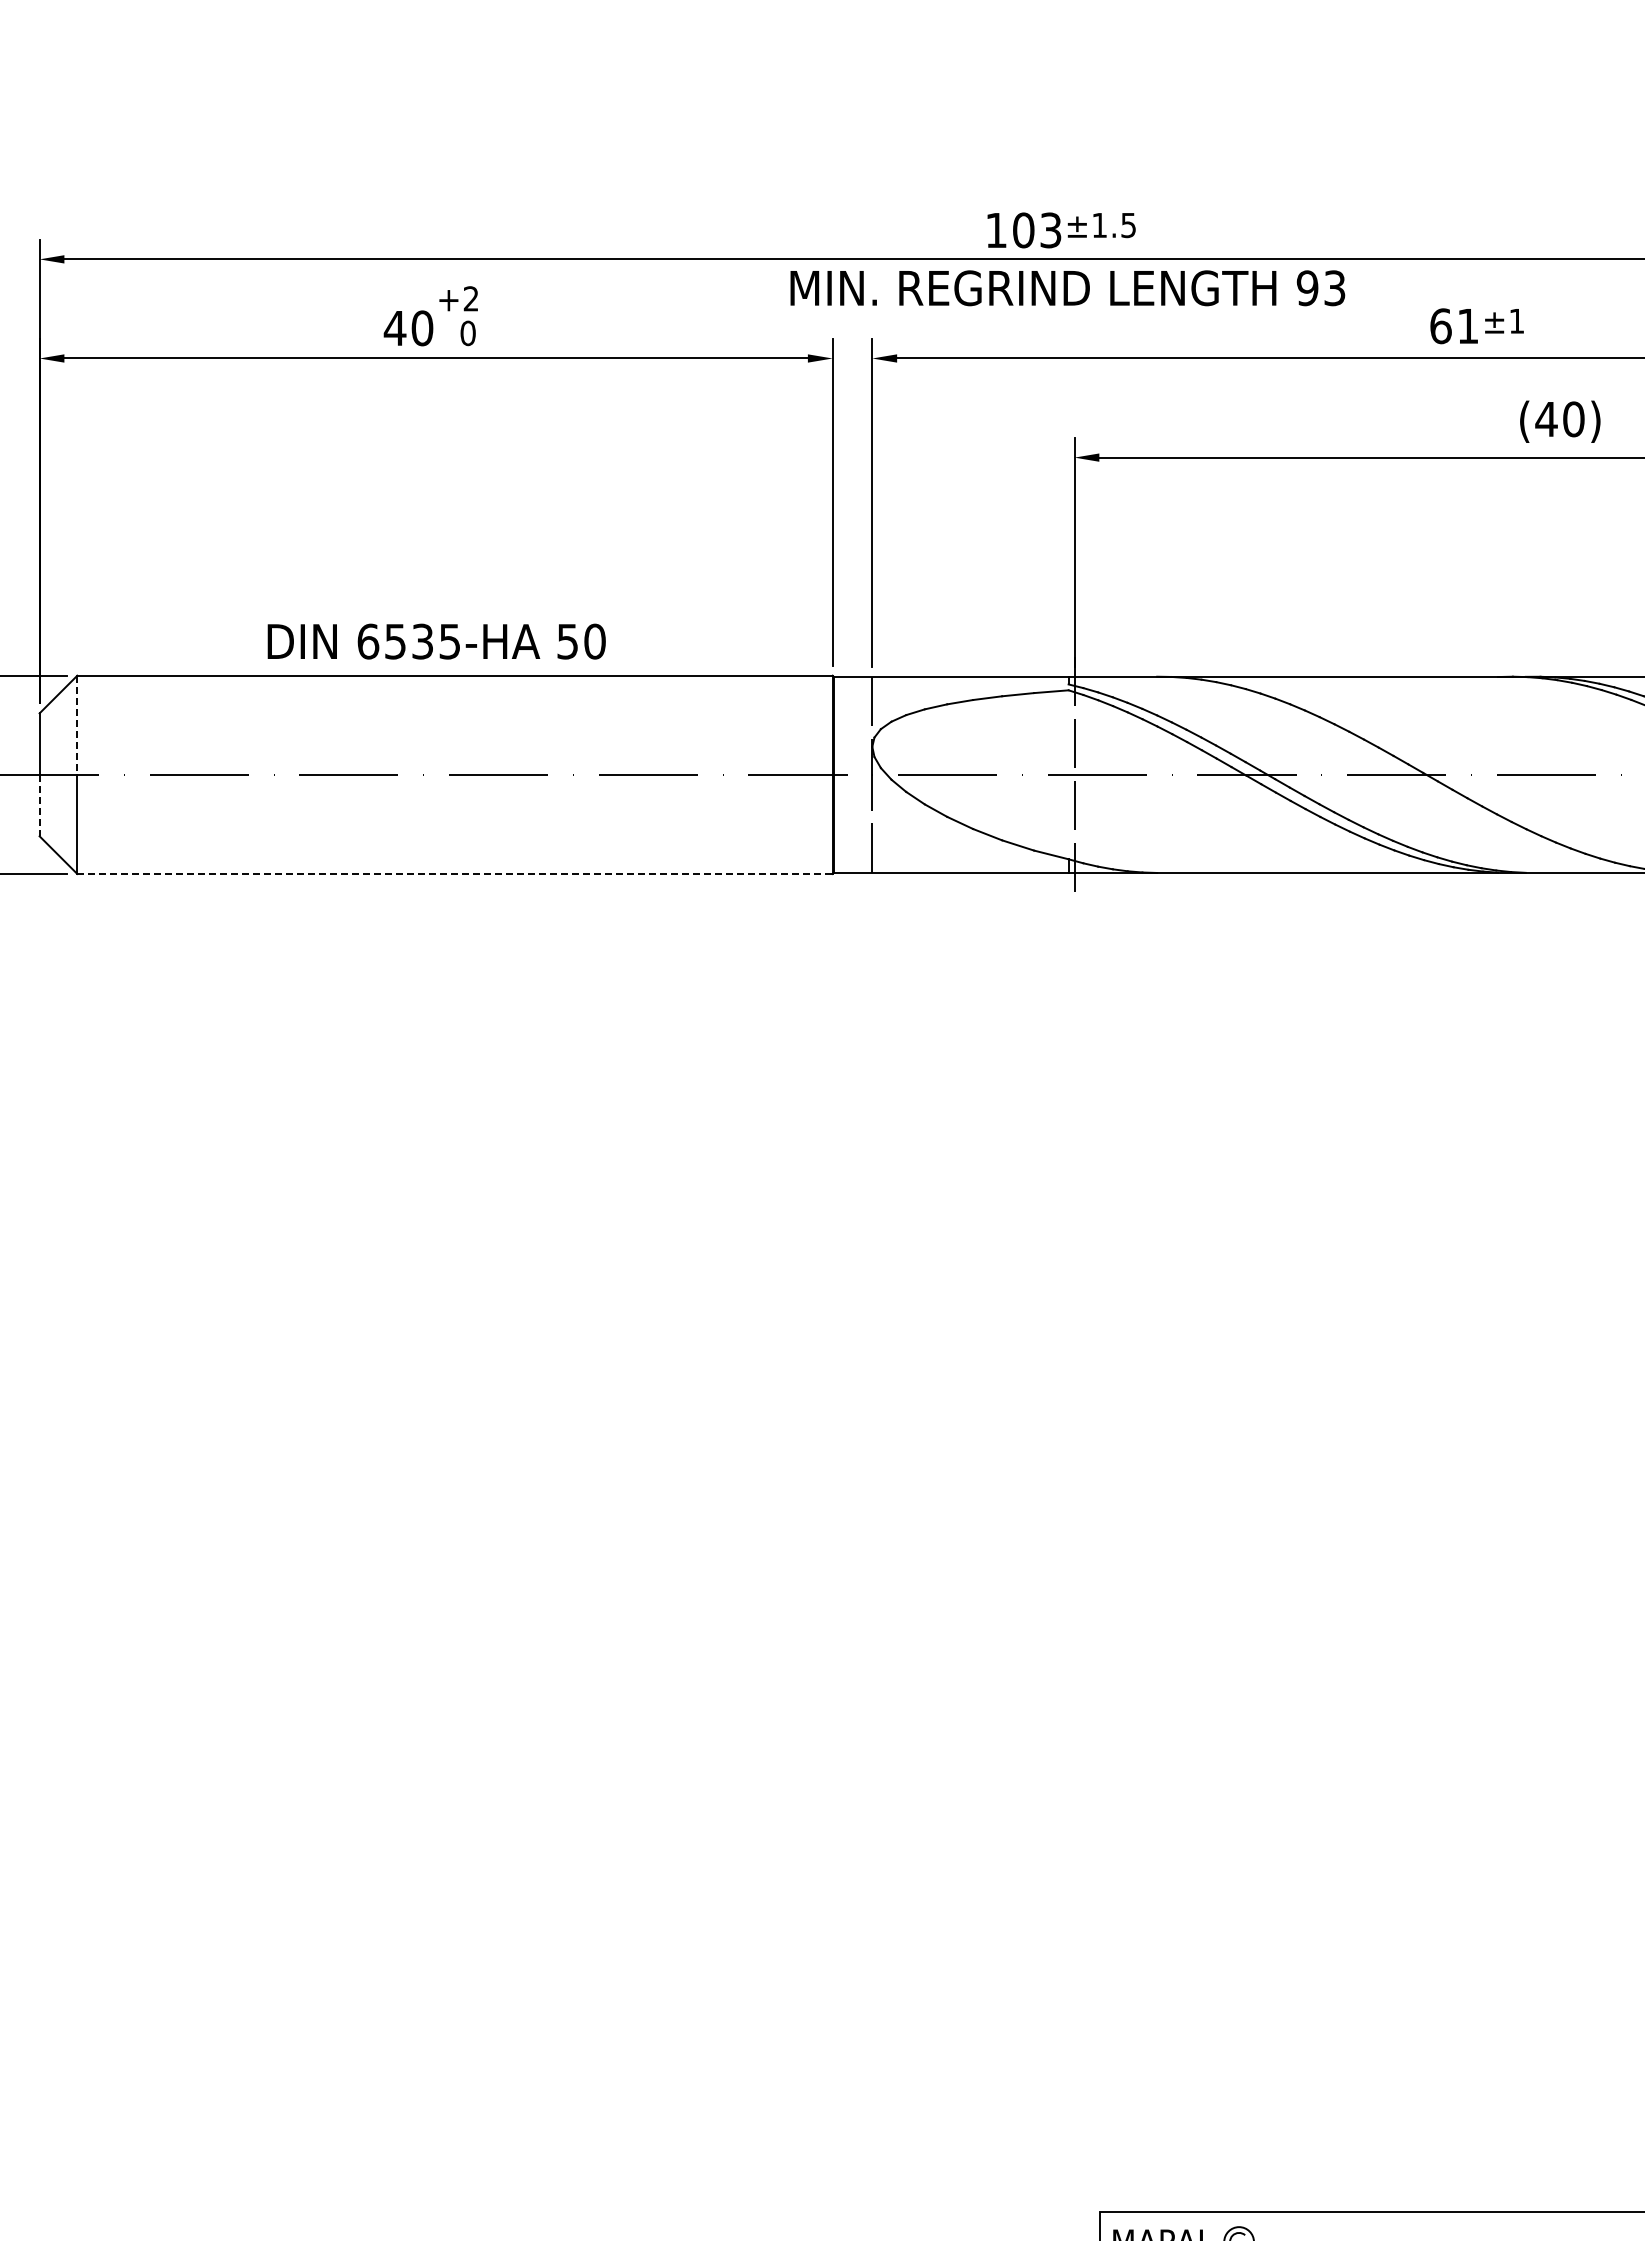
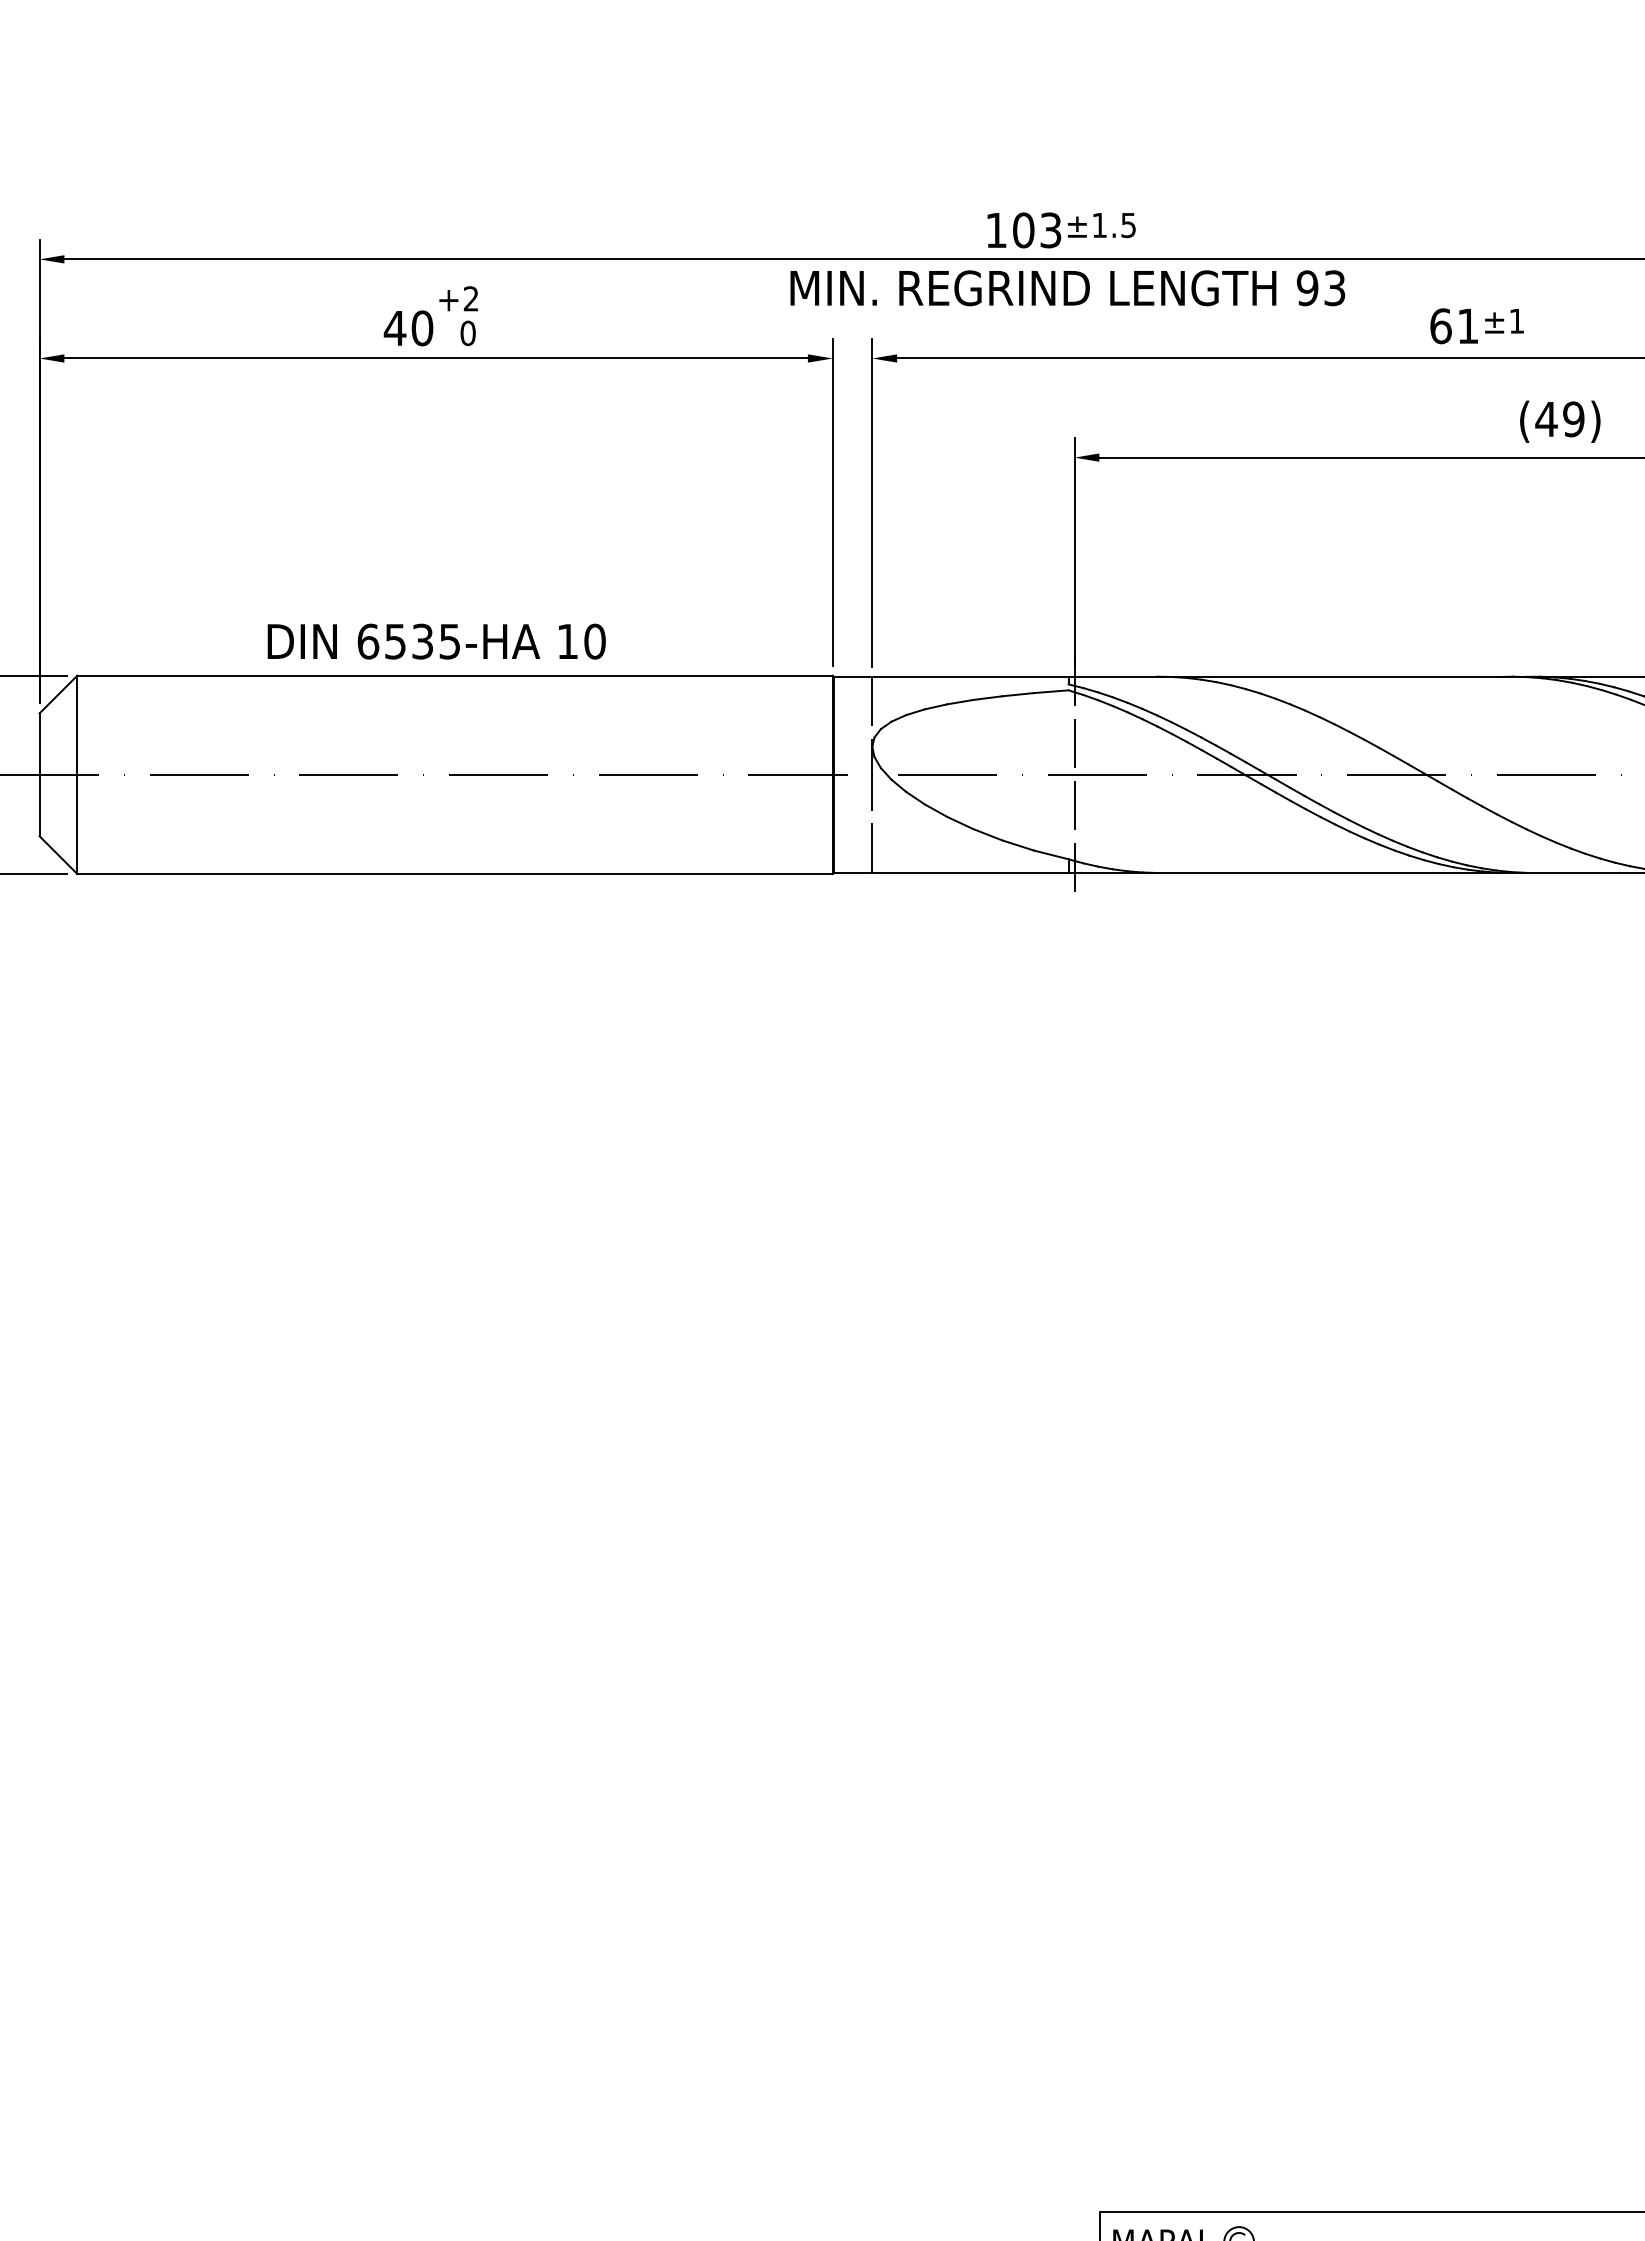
text at (1573, 419): (40) -> (49)
text at (567, 641): 50 -> 10
line at (77, 725): dashed -> solid
line at (39, 805): dashed -> solid
line at (454, 873): dashed -> solid
